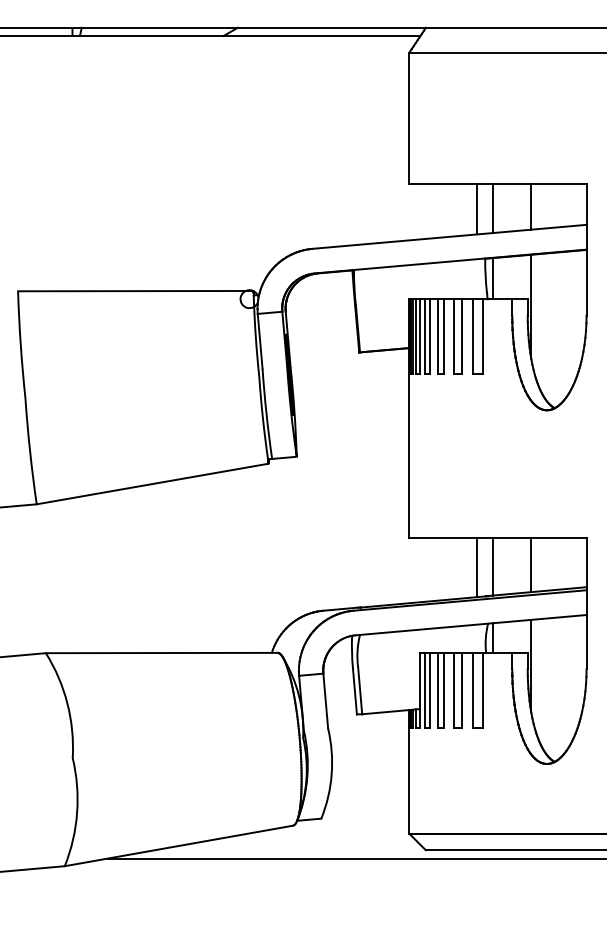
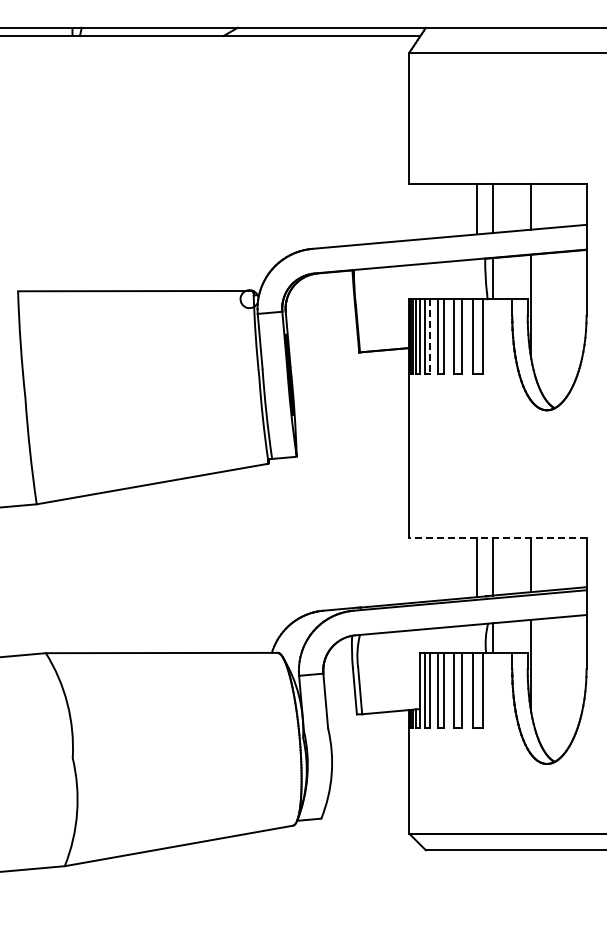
line at (429, 337): solid -> dashed
line at (498, 537): solid -> dashed
line at (355, 858): present -> none
